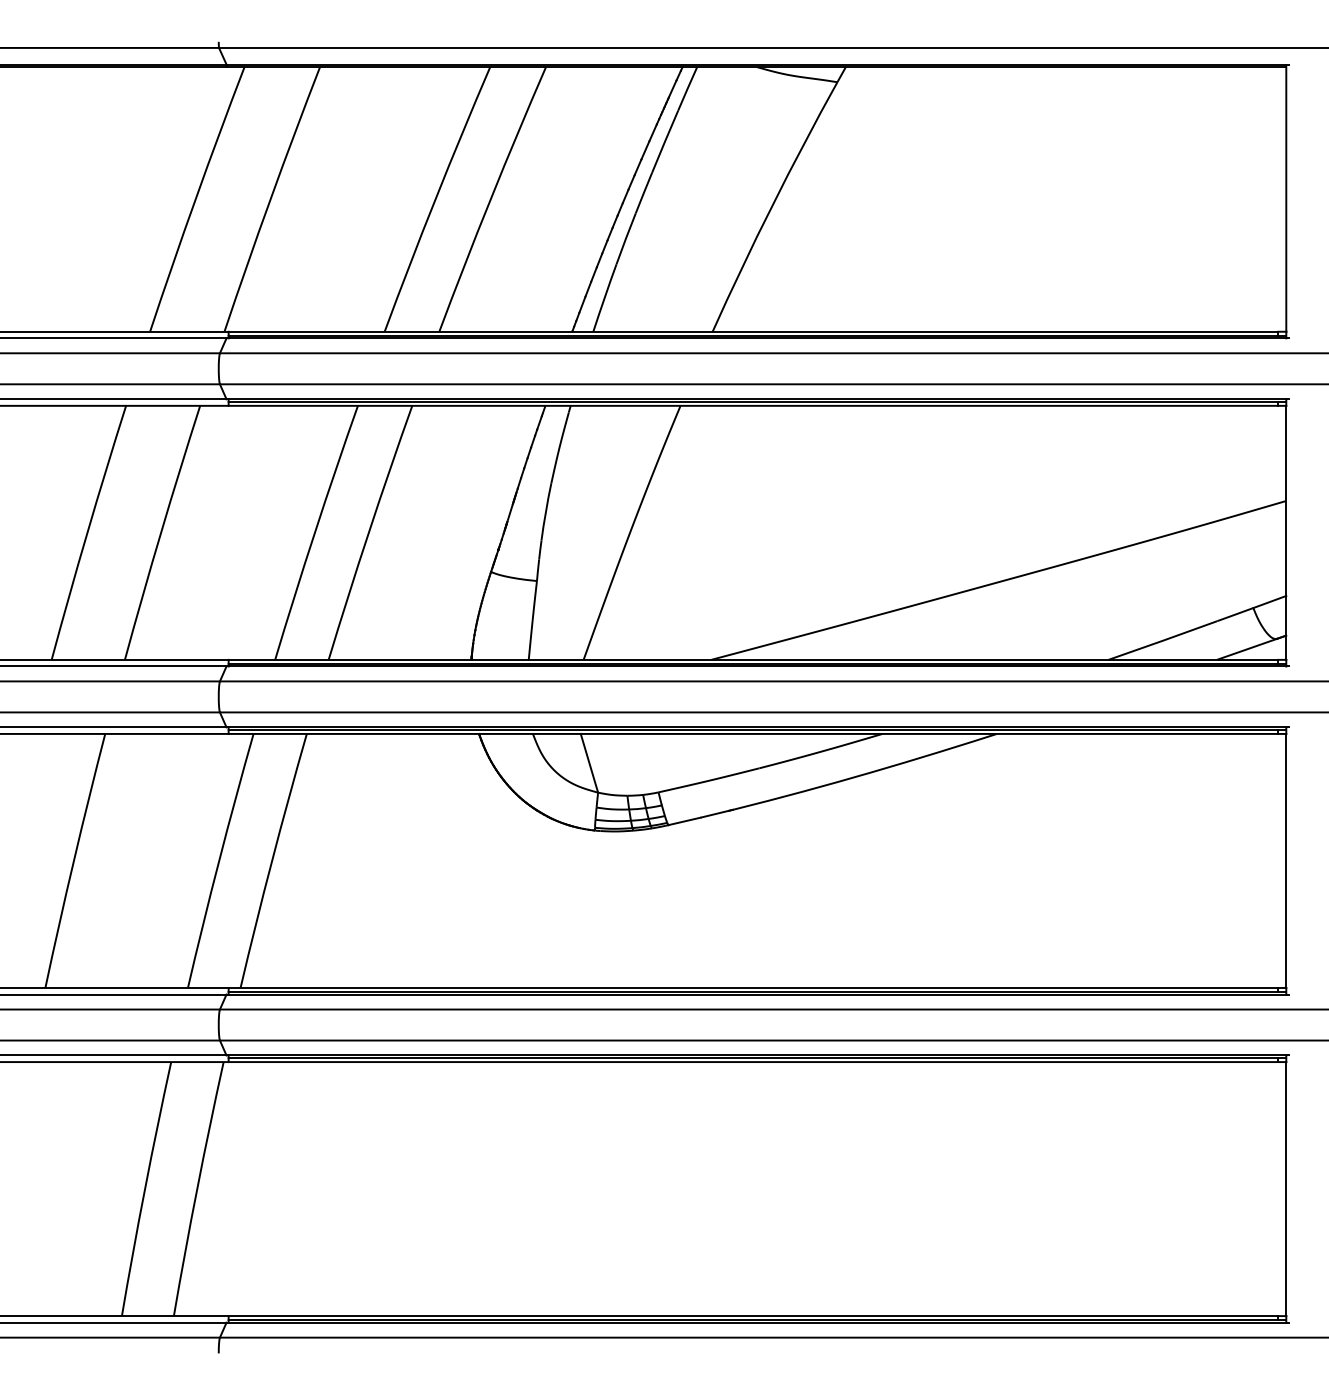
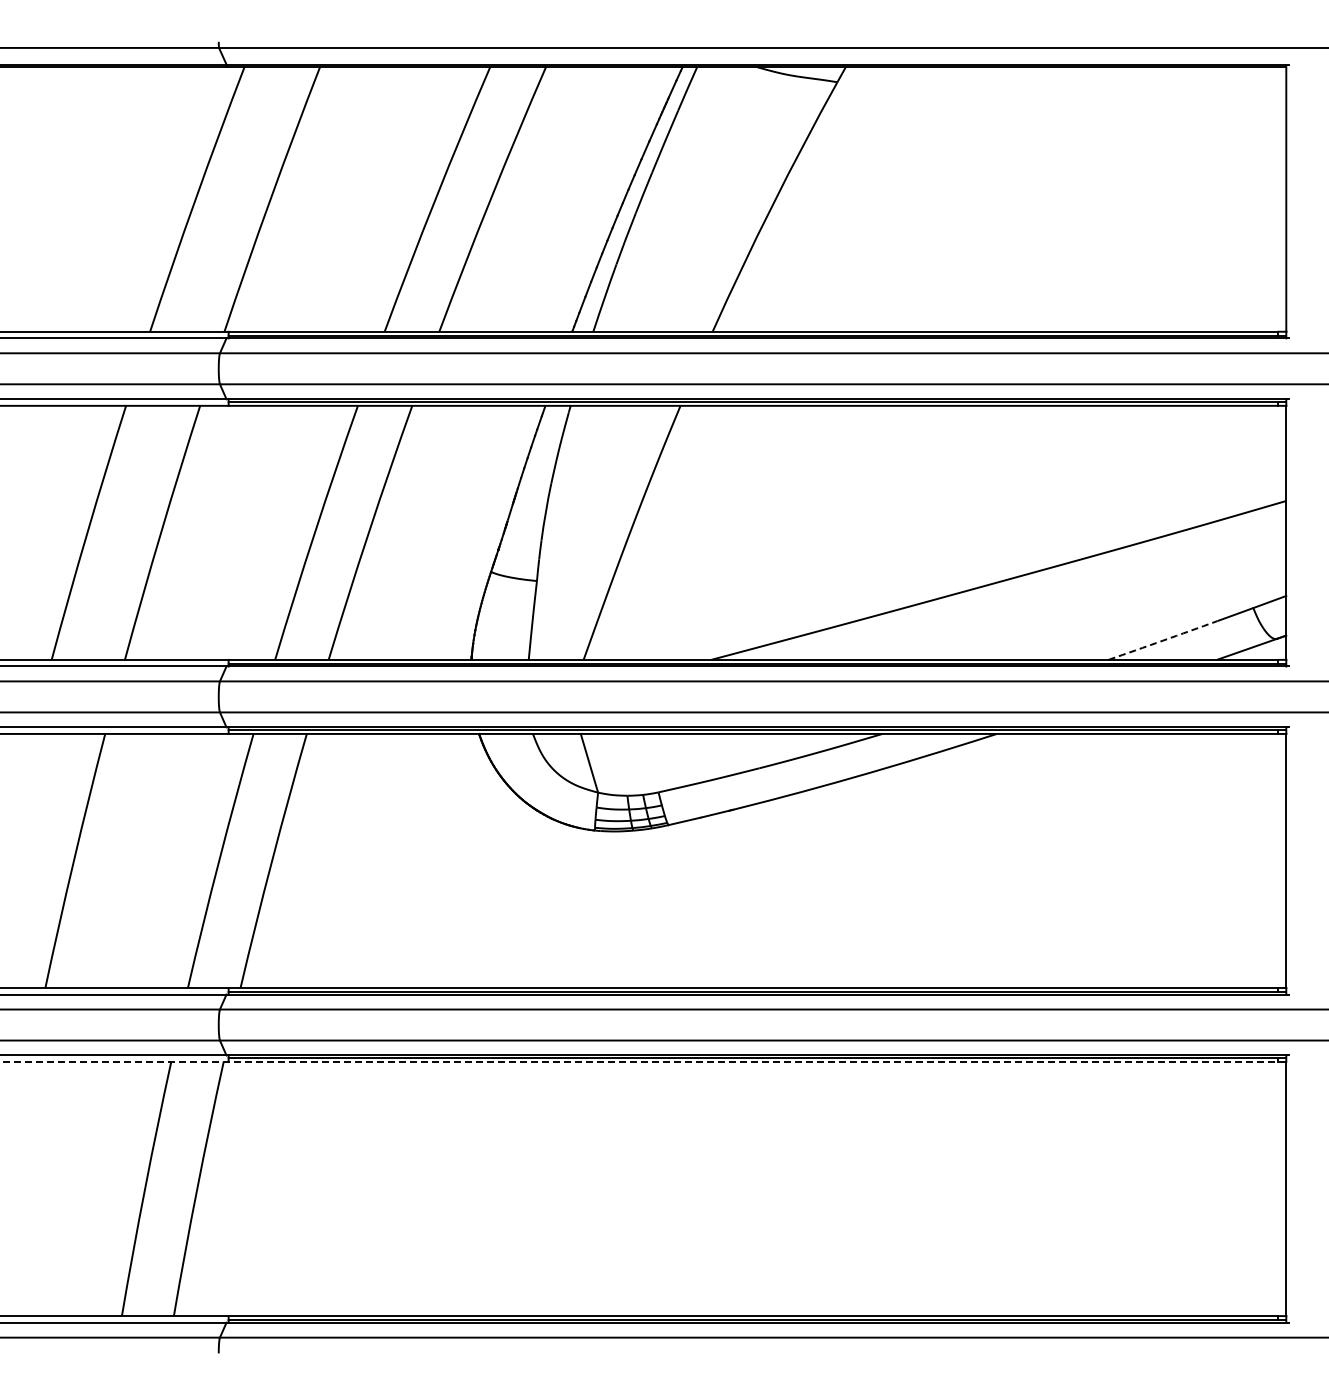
arc at (1163, 640): solid -> dashed
line at (643, 1062): solid -> dashed
